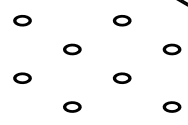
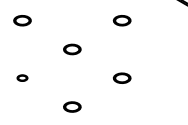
part at (171, 49): present -> none
part at (22, 77) size: 19x12 px -> 13x8 px
part at (171, 106): present -> none
